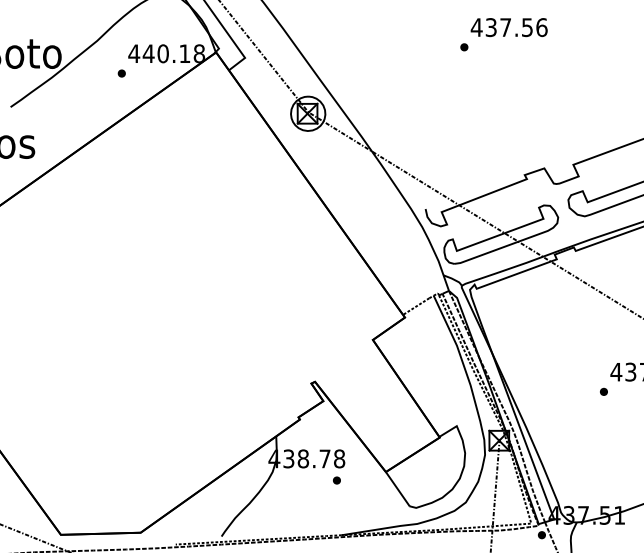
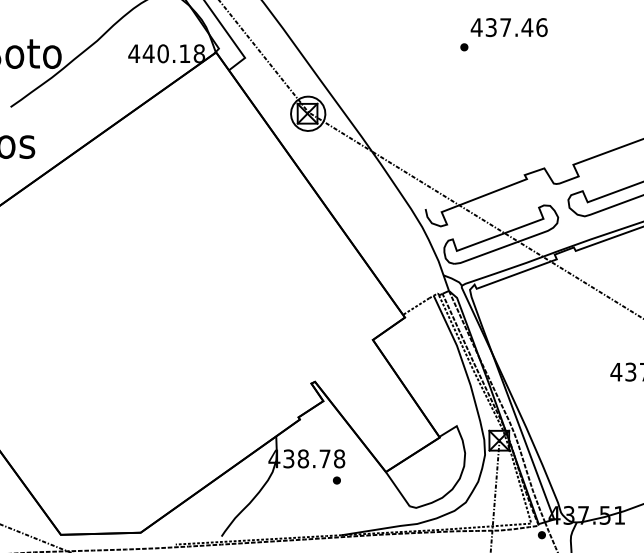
text at (527, 27): 437.56 -> 437.46
part at (121, 73): present -> none
part at (603, 391): present -> none
